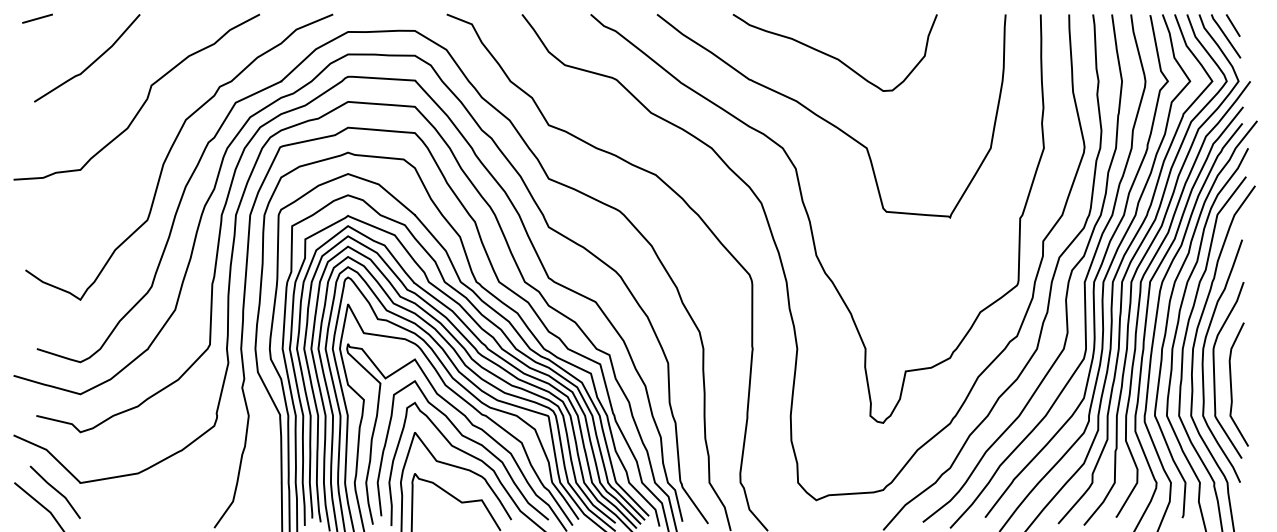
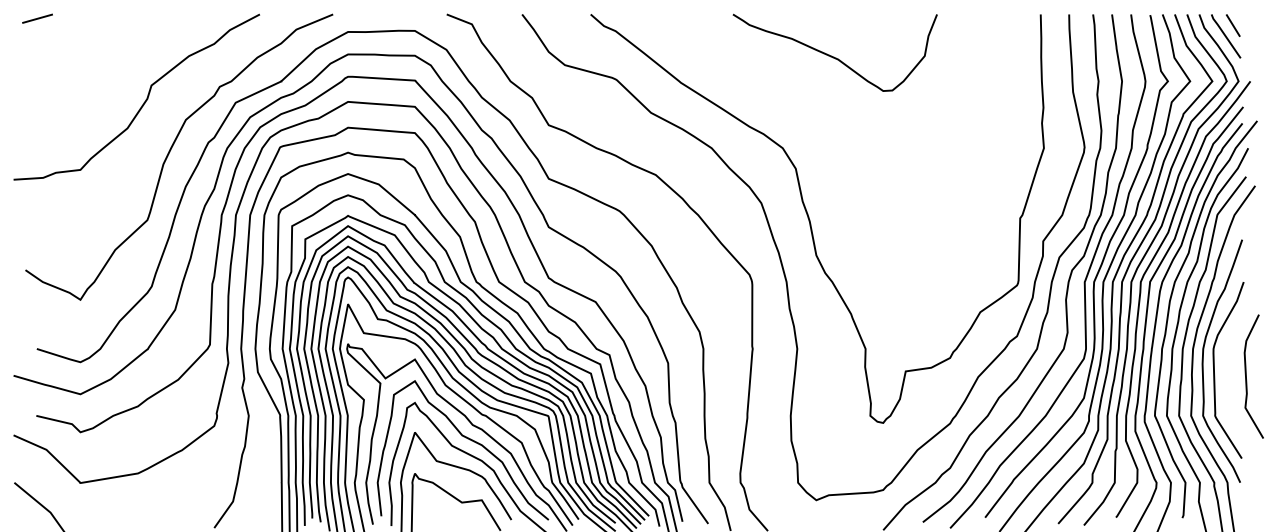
curve at (89, 64): present -> none
curve at (829, 121): present -> none
curve at (1231, 384) position: (1231, 384) -> (1246, 376)
line at (55, 490): present -> none
